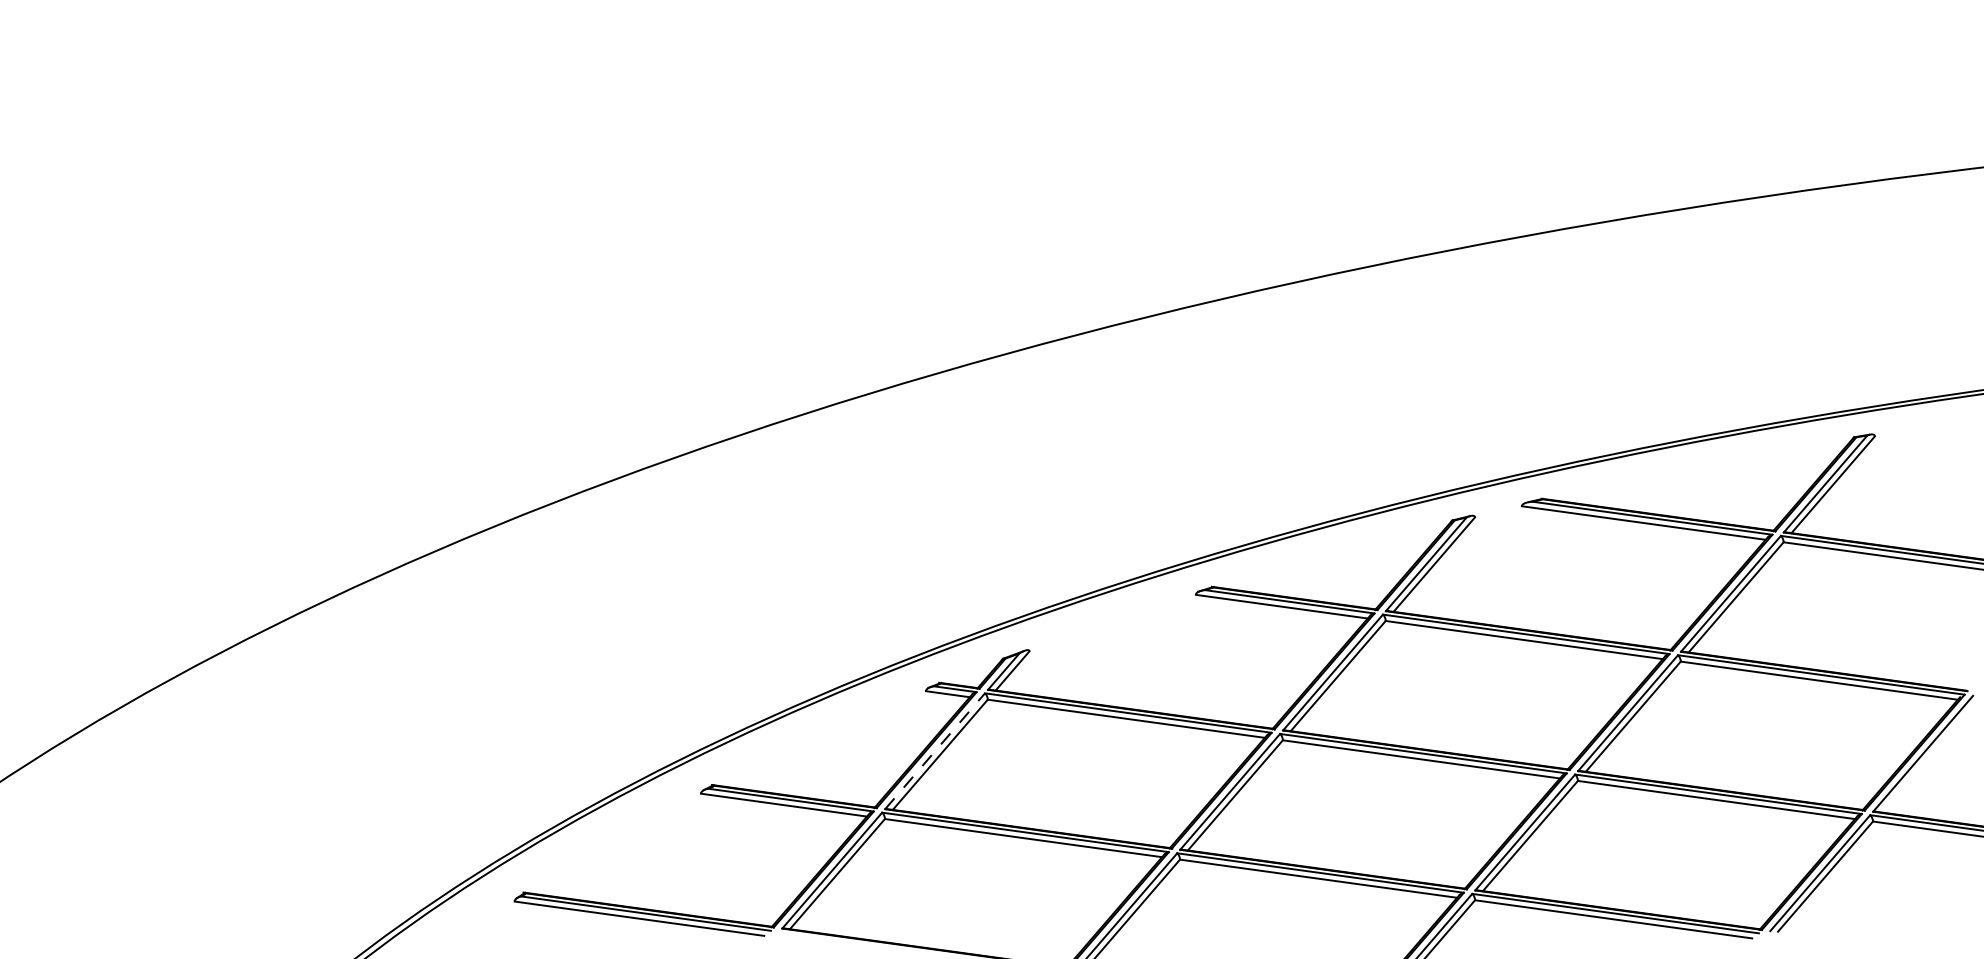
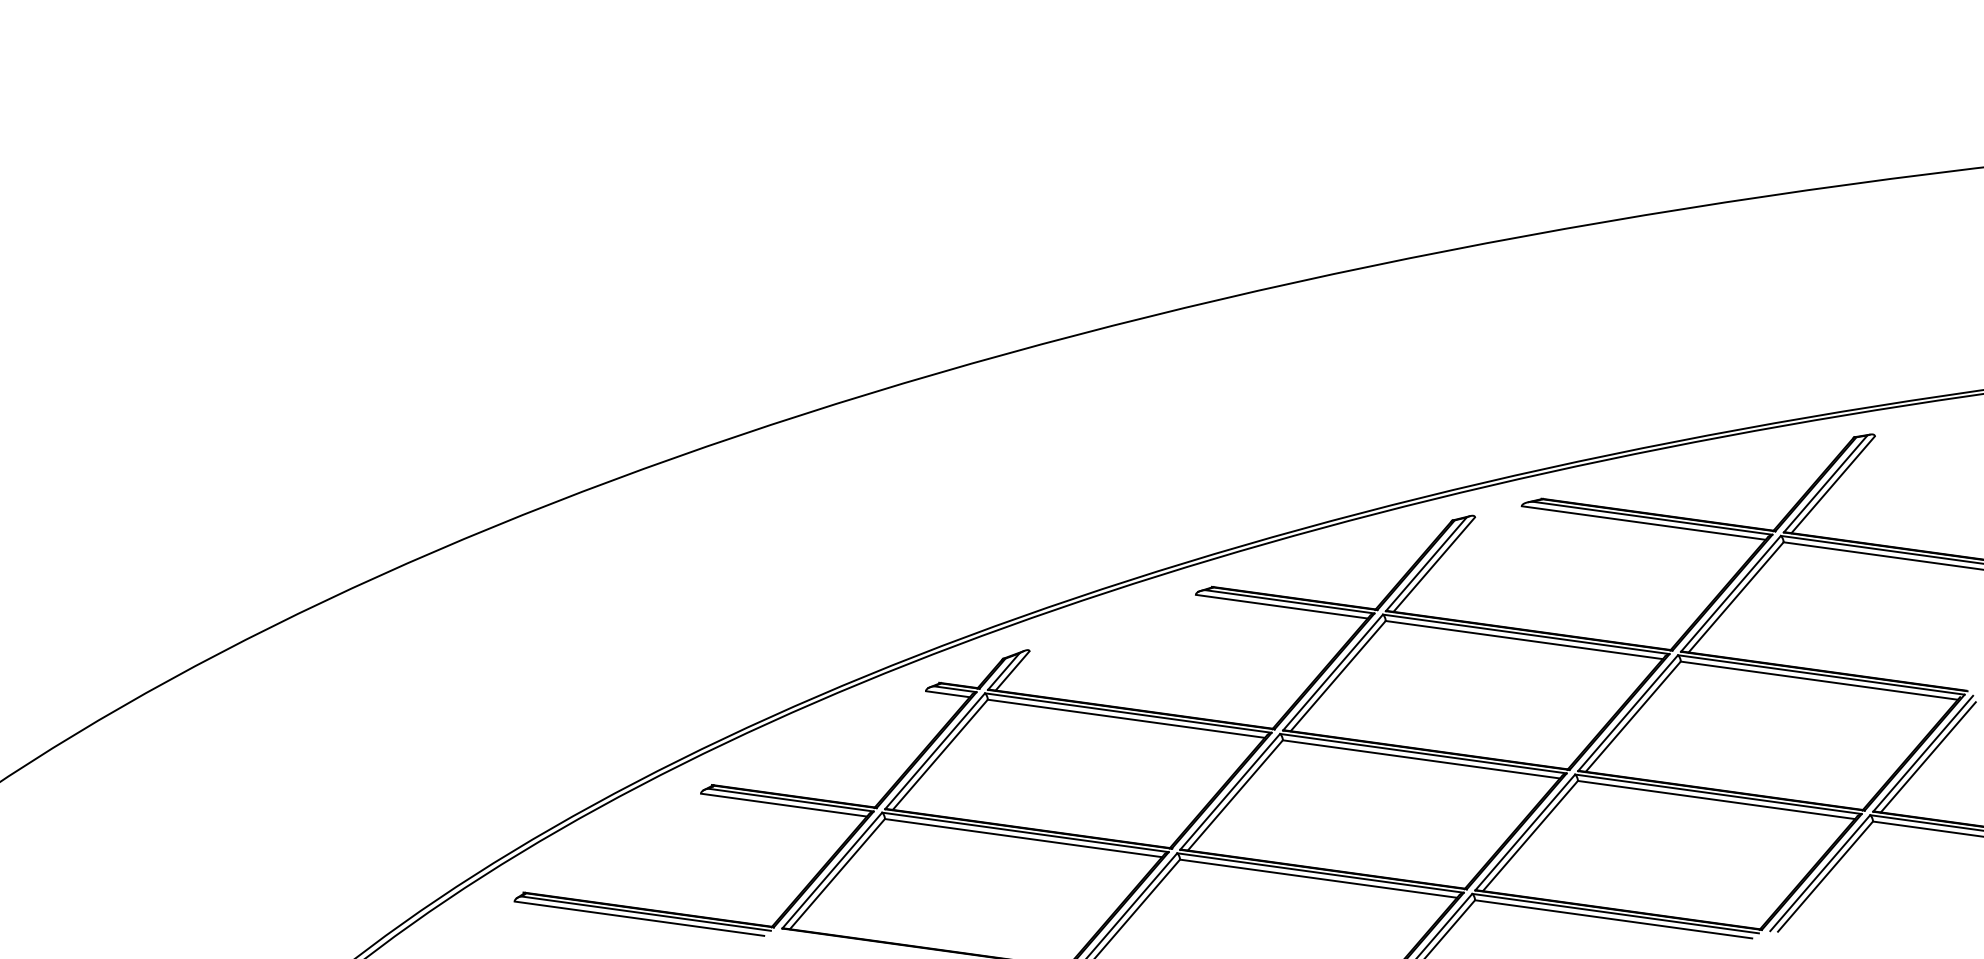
line at (935, 751): dashed -> solid
line at (1927, 757): none -> present
